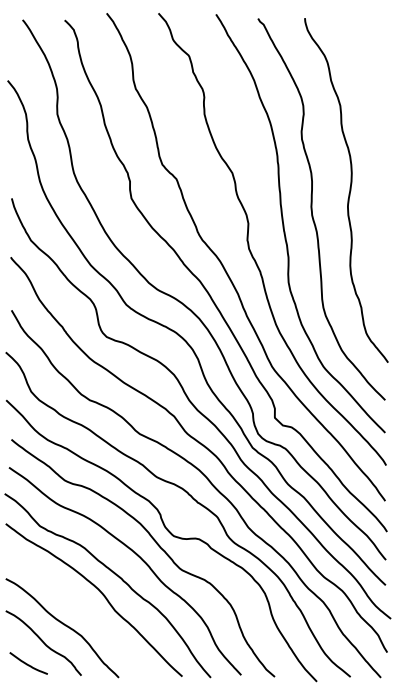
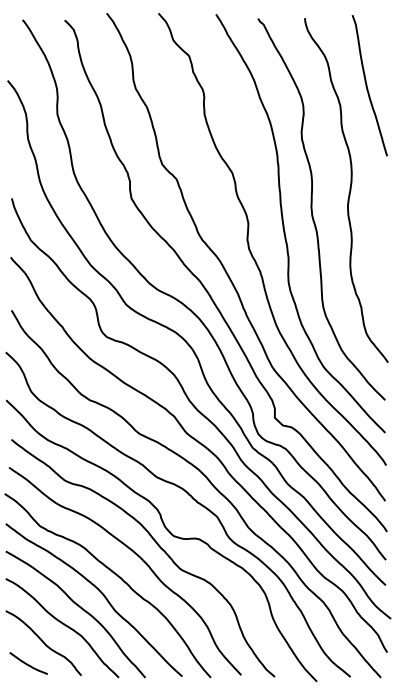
curve at (367, 85): none -> present
curve at (80, 608): none -> present
